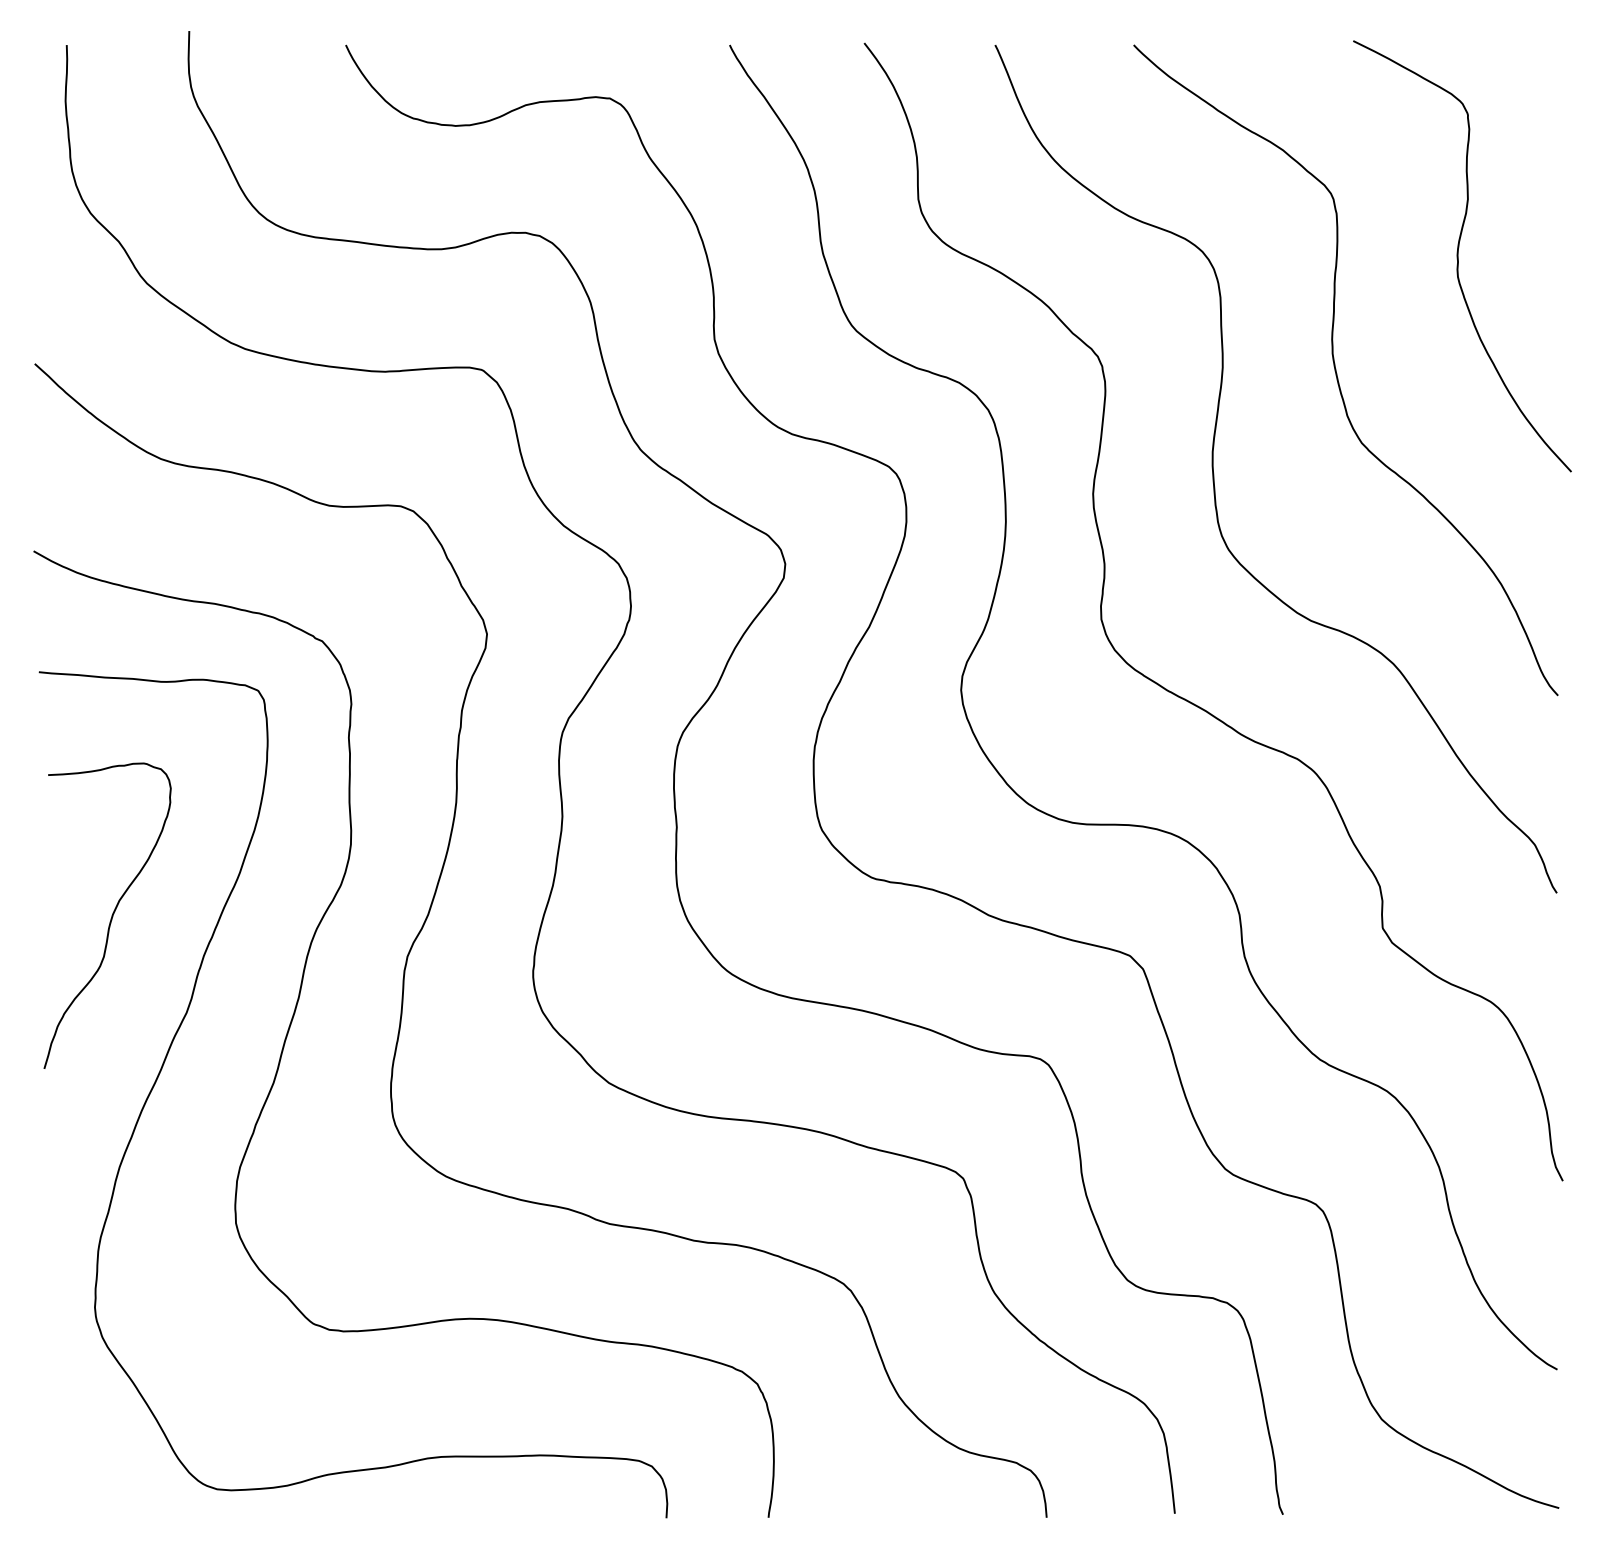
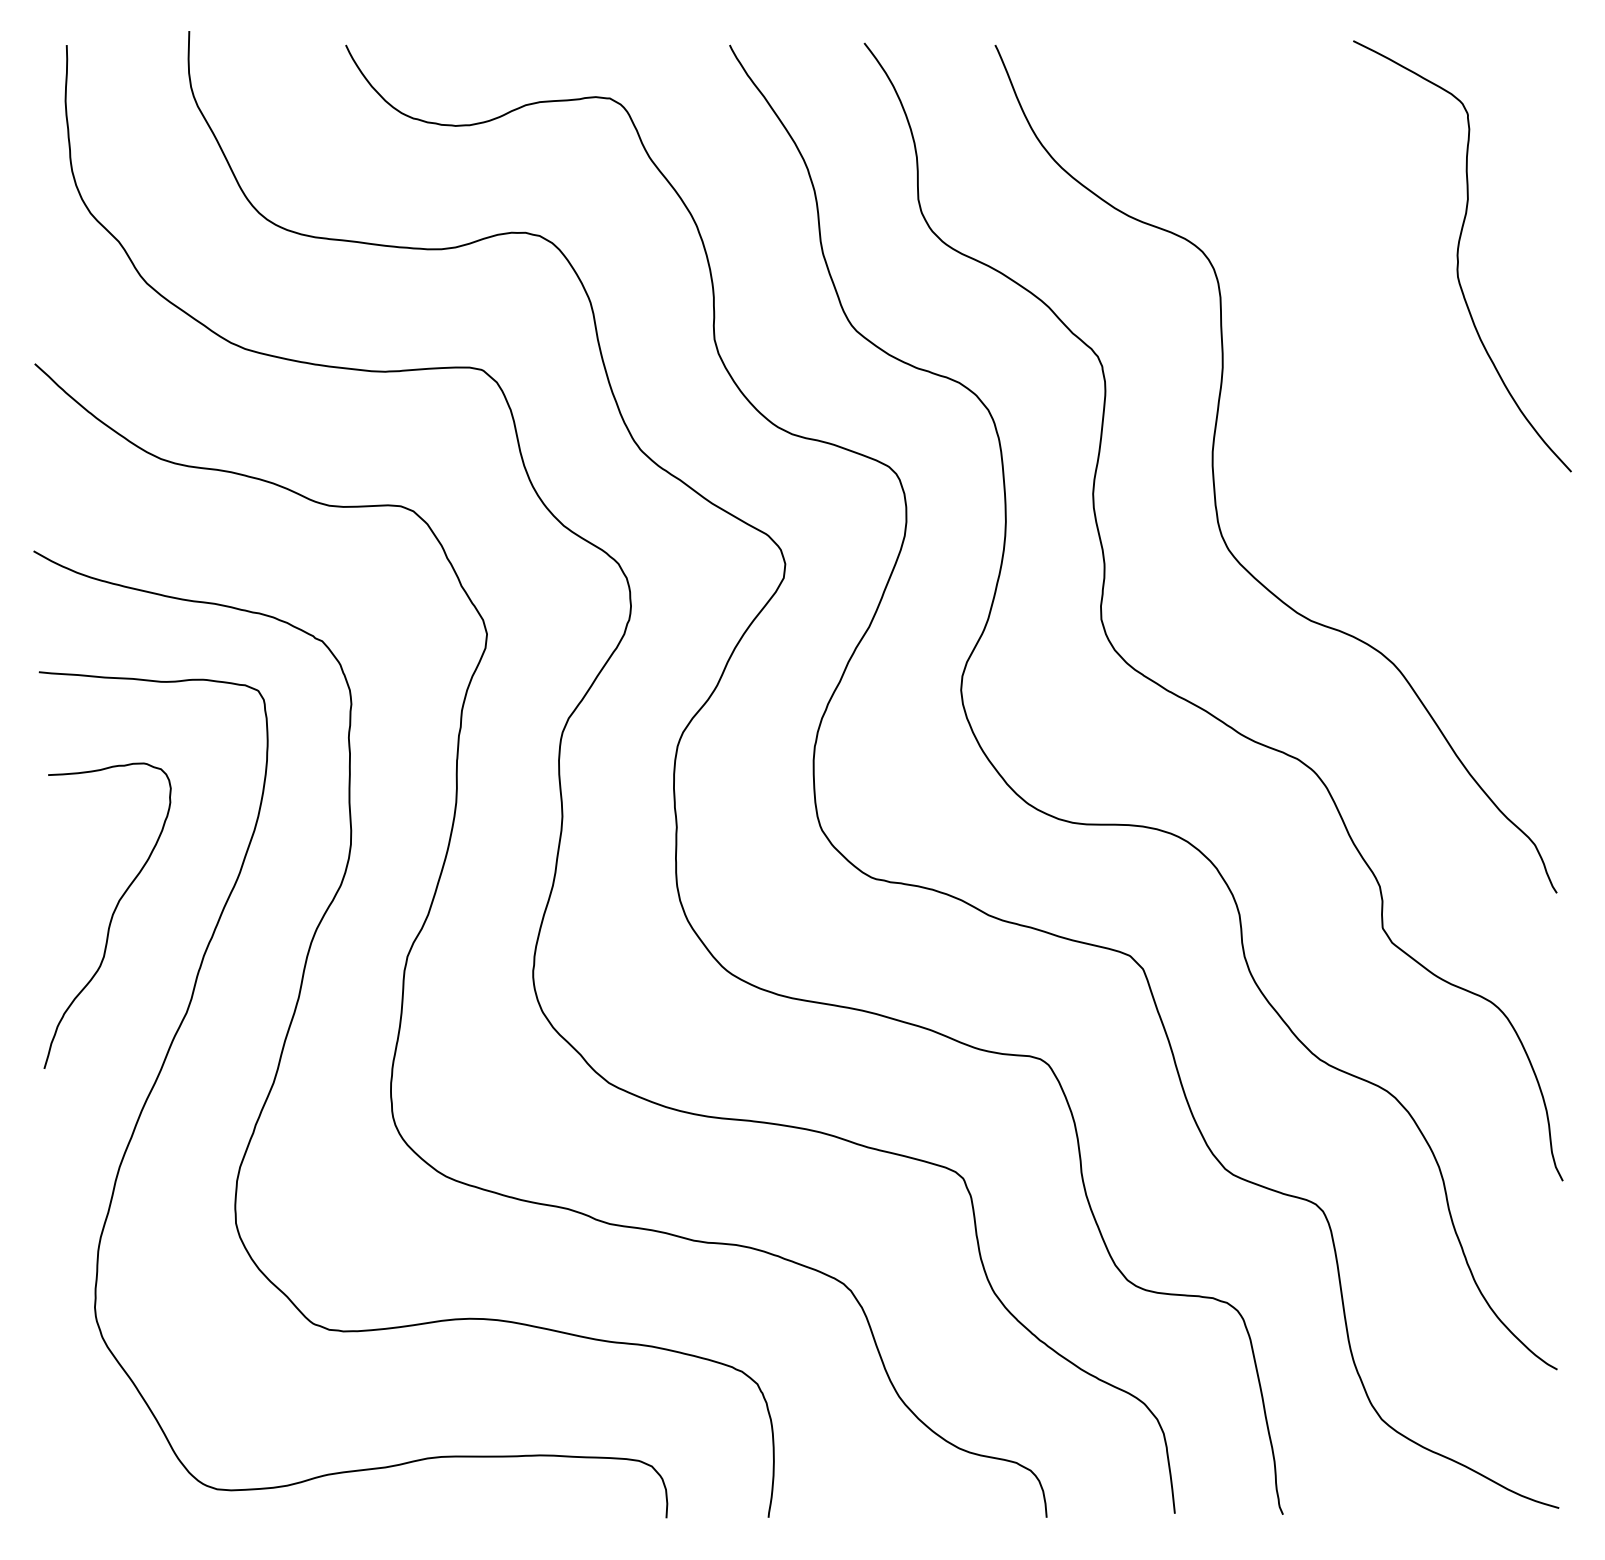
curve at (1337, 373): present -> none
